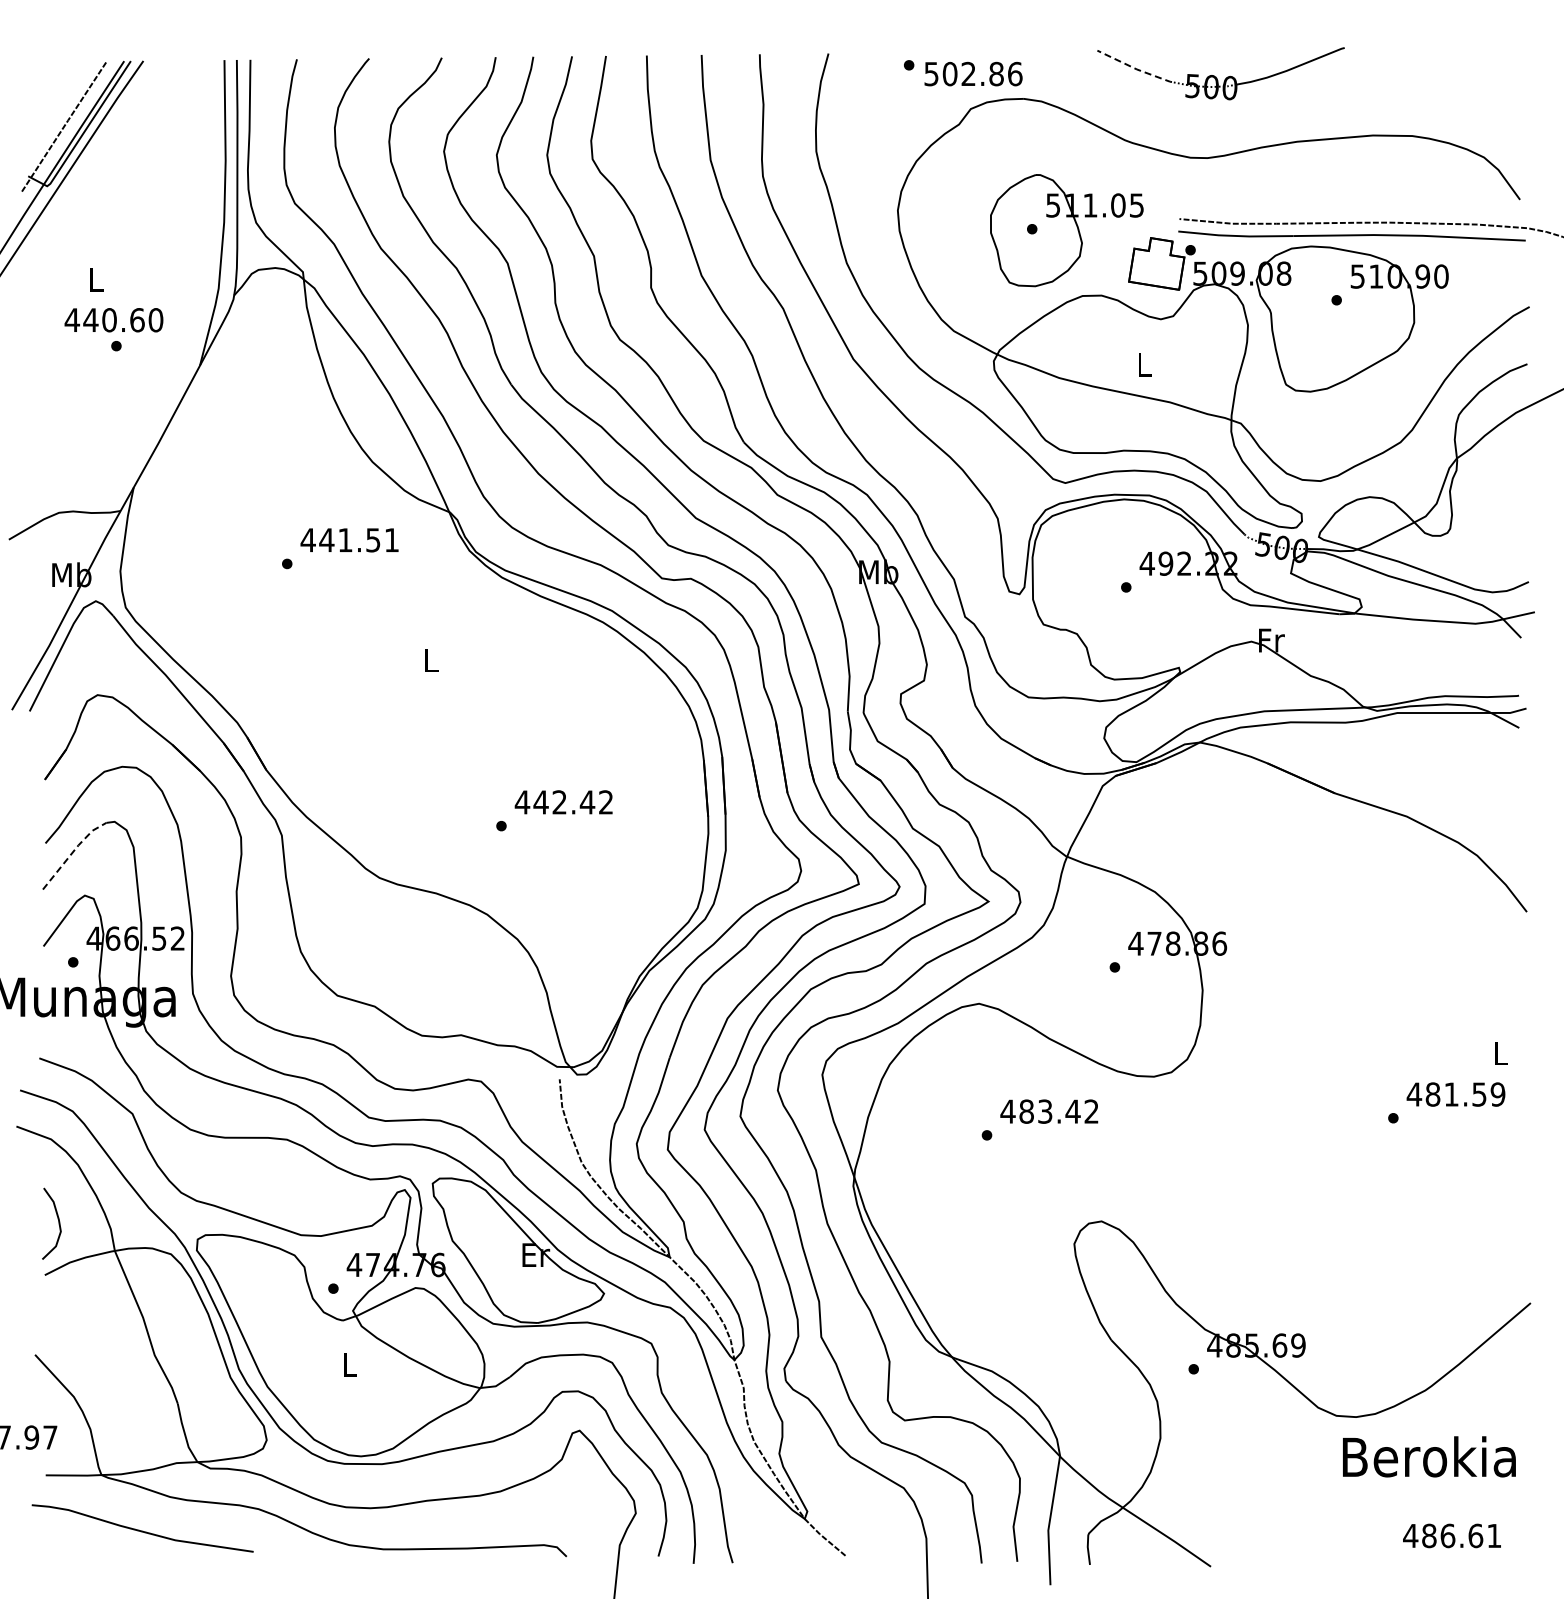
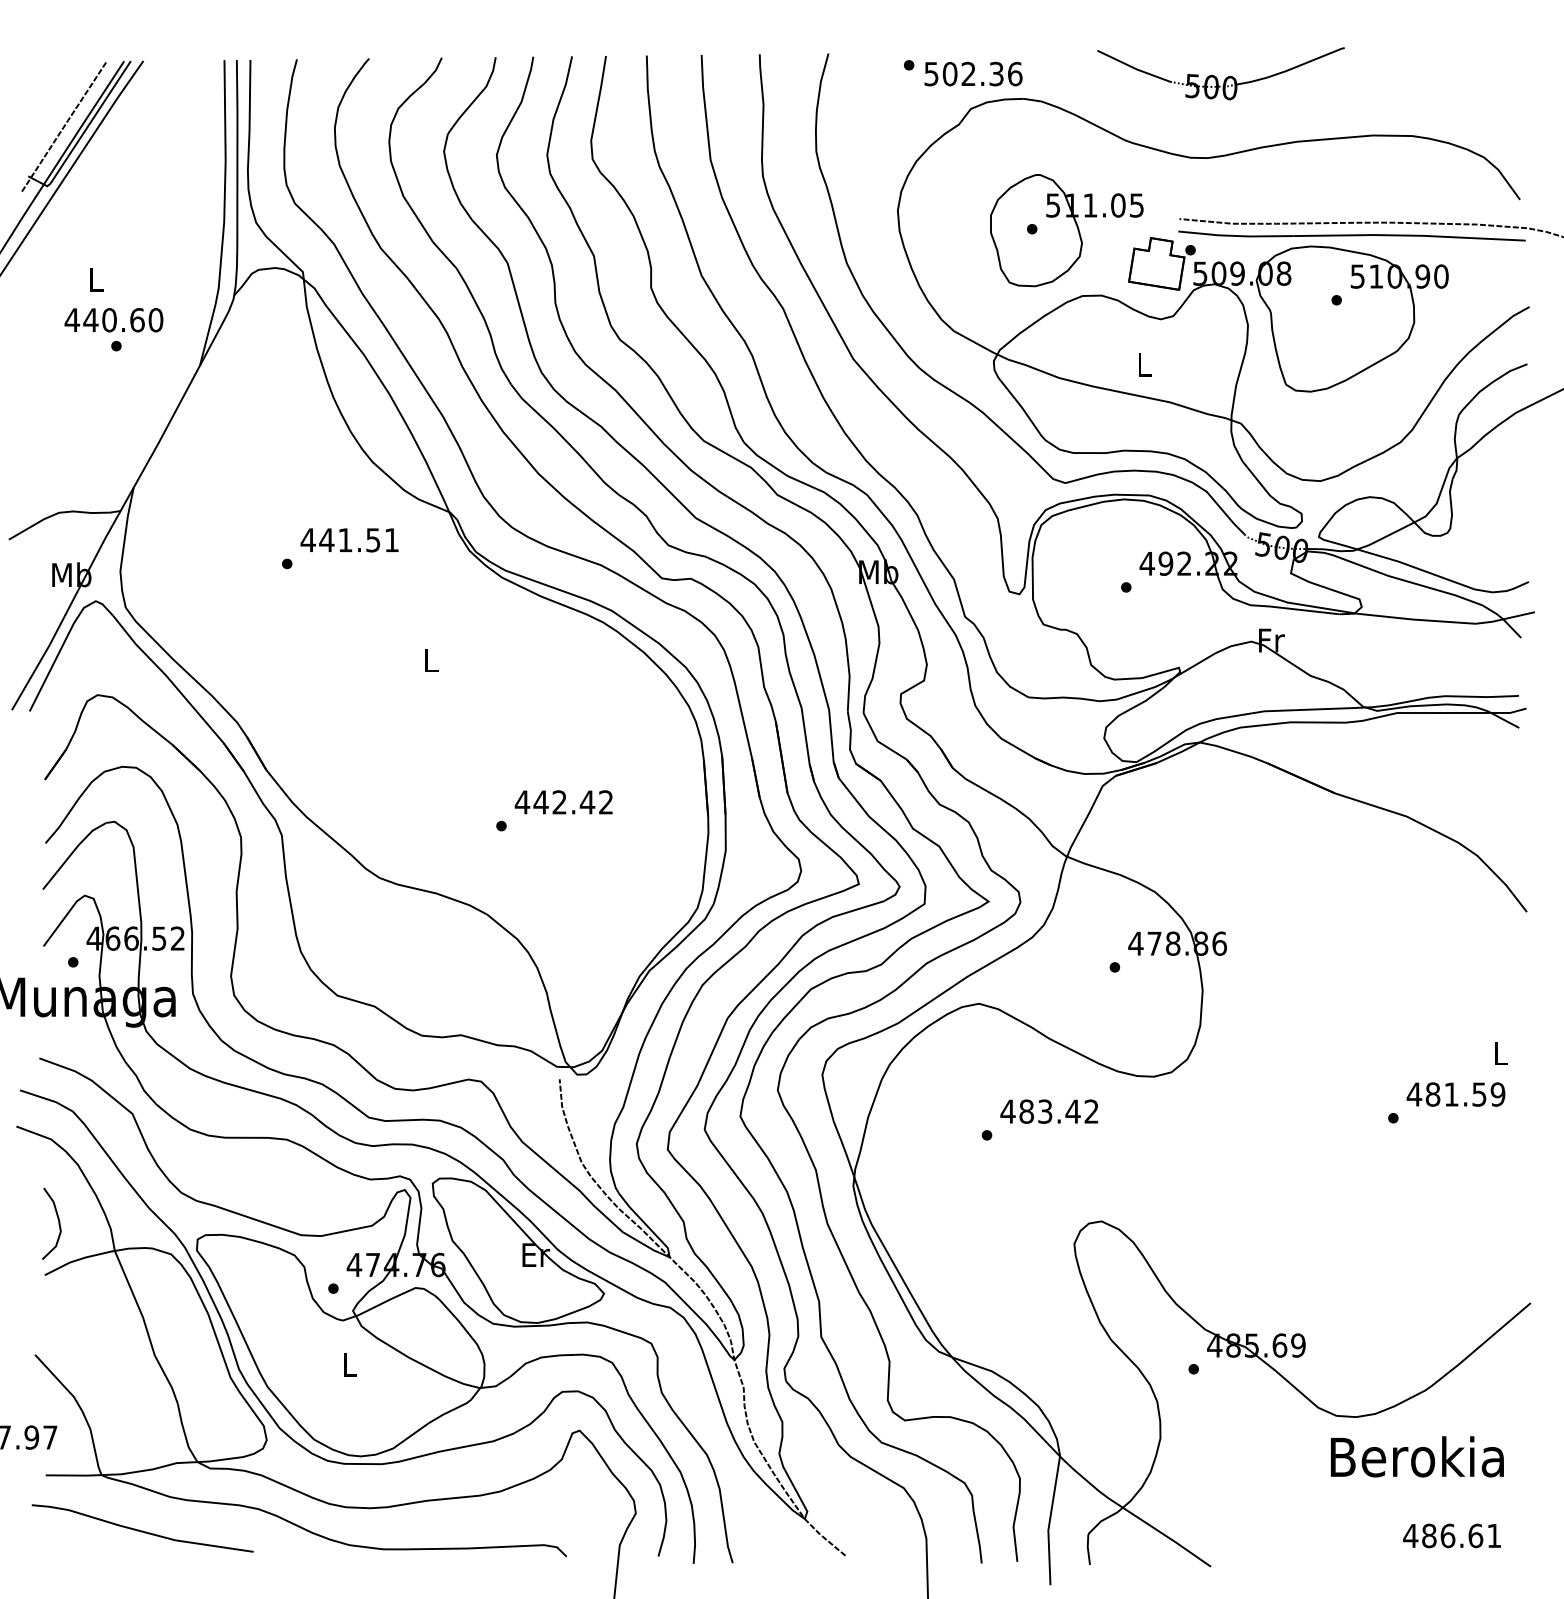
line at (1135, 68): dashed -> solid
text at (996, 74): 502.86 -> 502.36
line at (72, 852): dashed -> solid
text at (1429, 1456) position: (1429, 1456) -> (1417, 1456)
